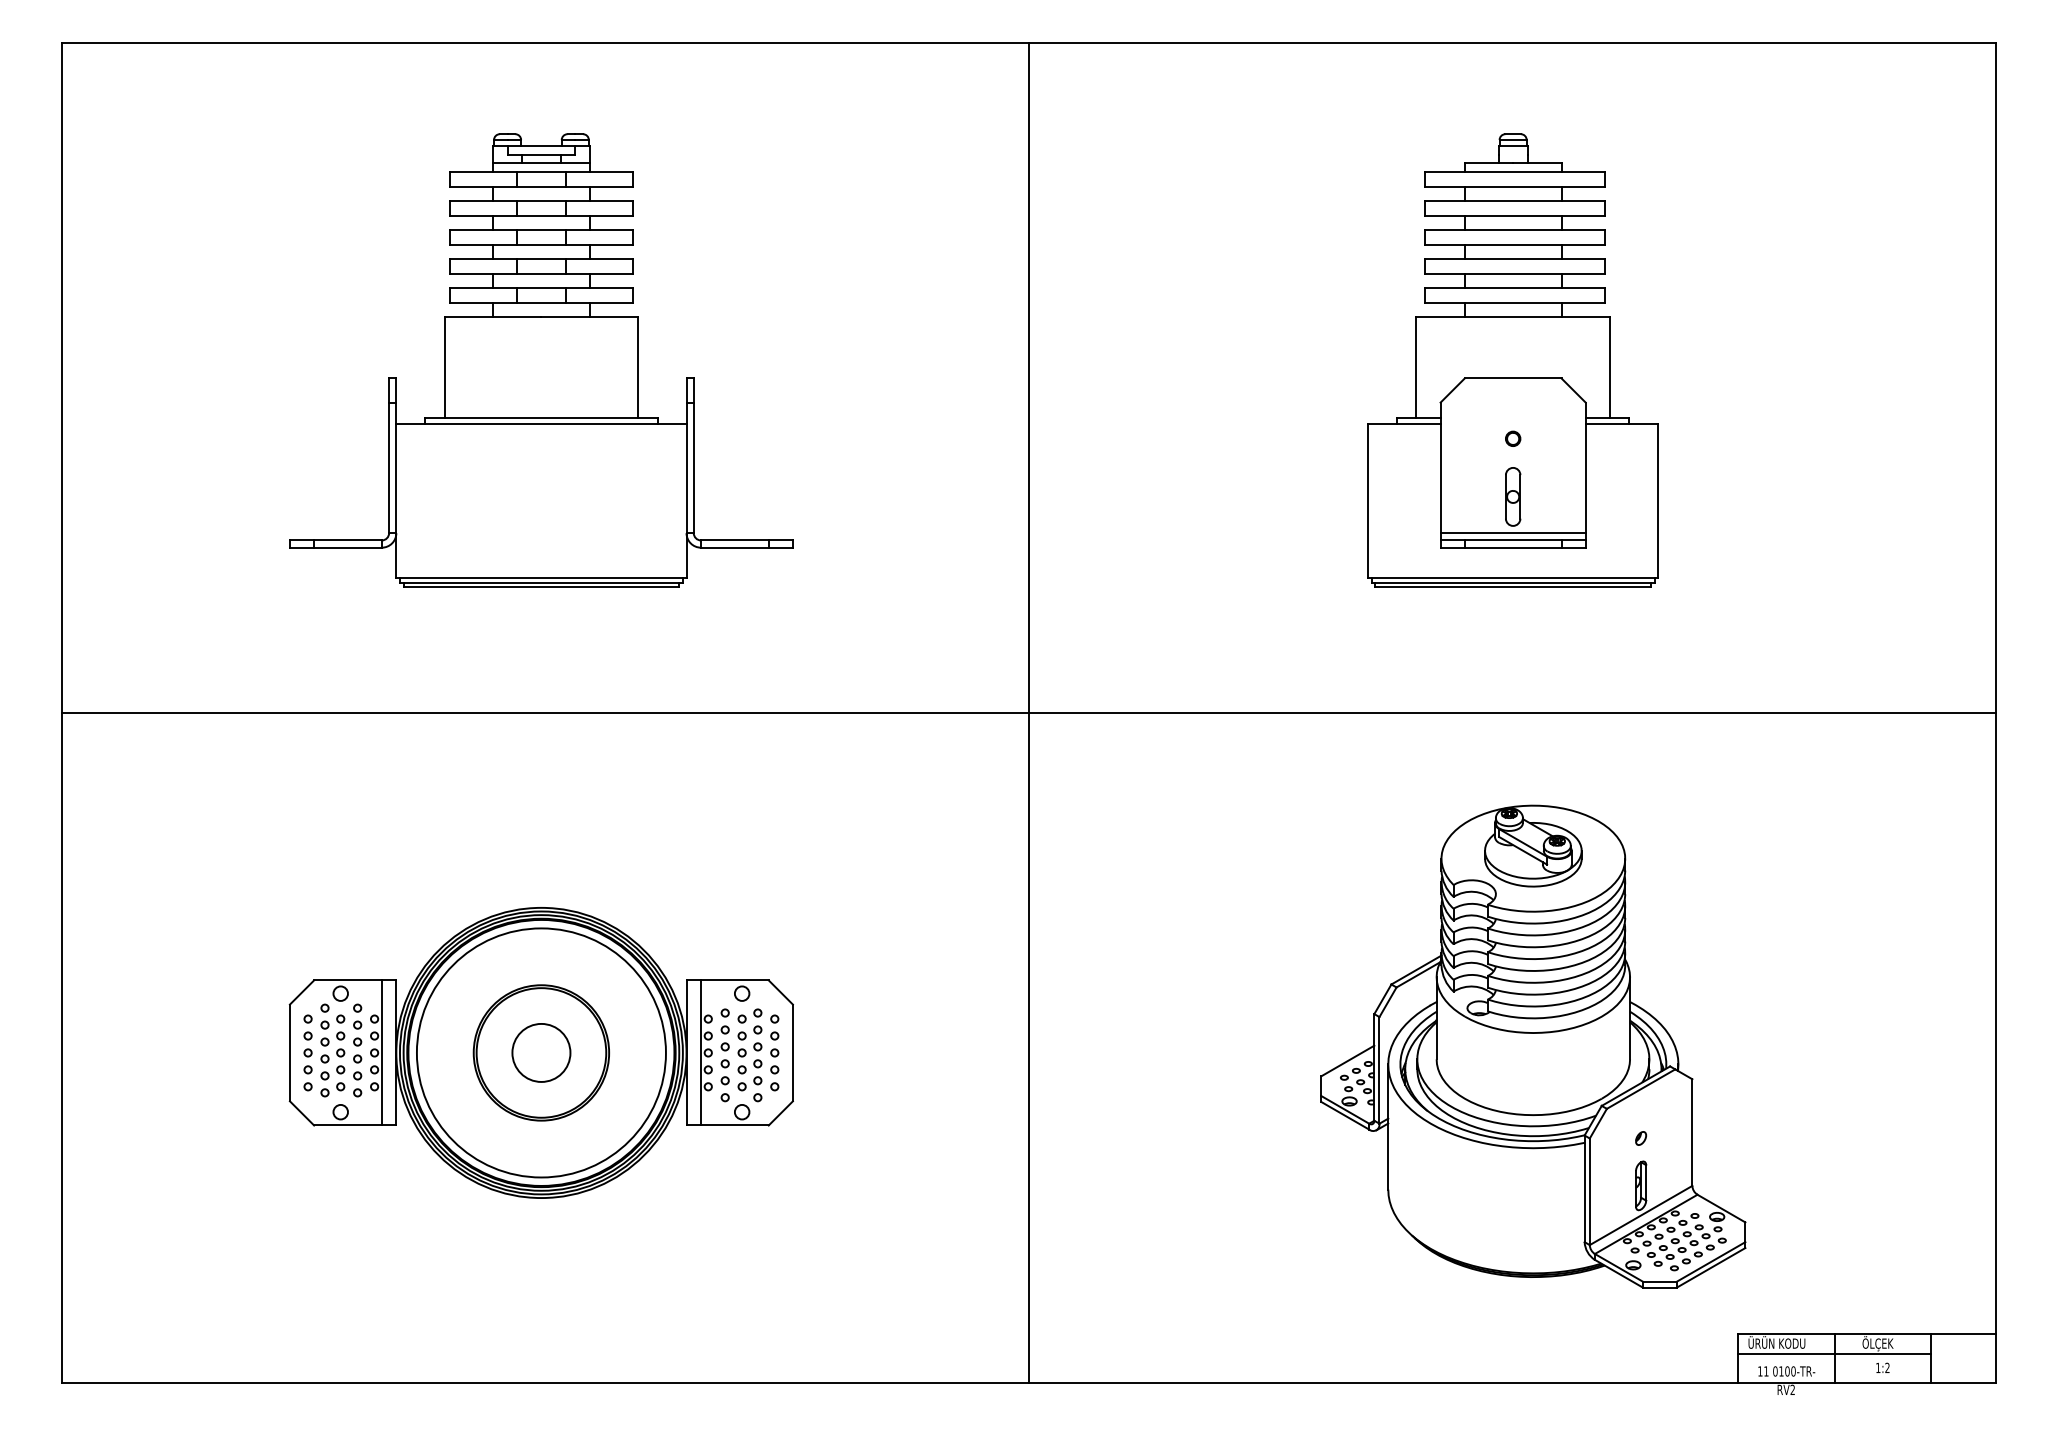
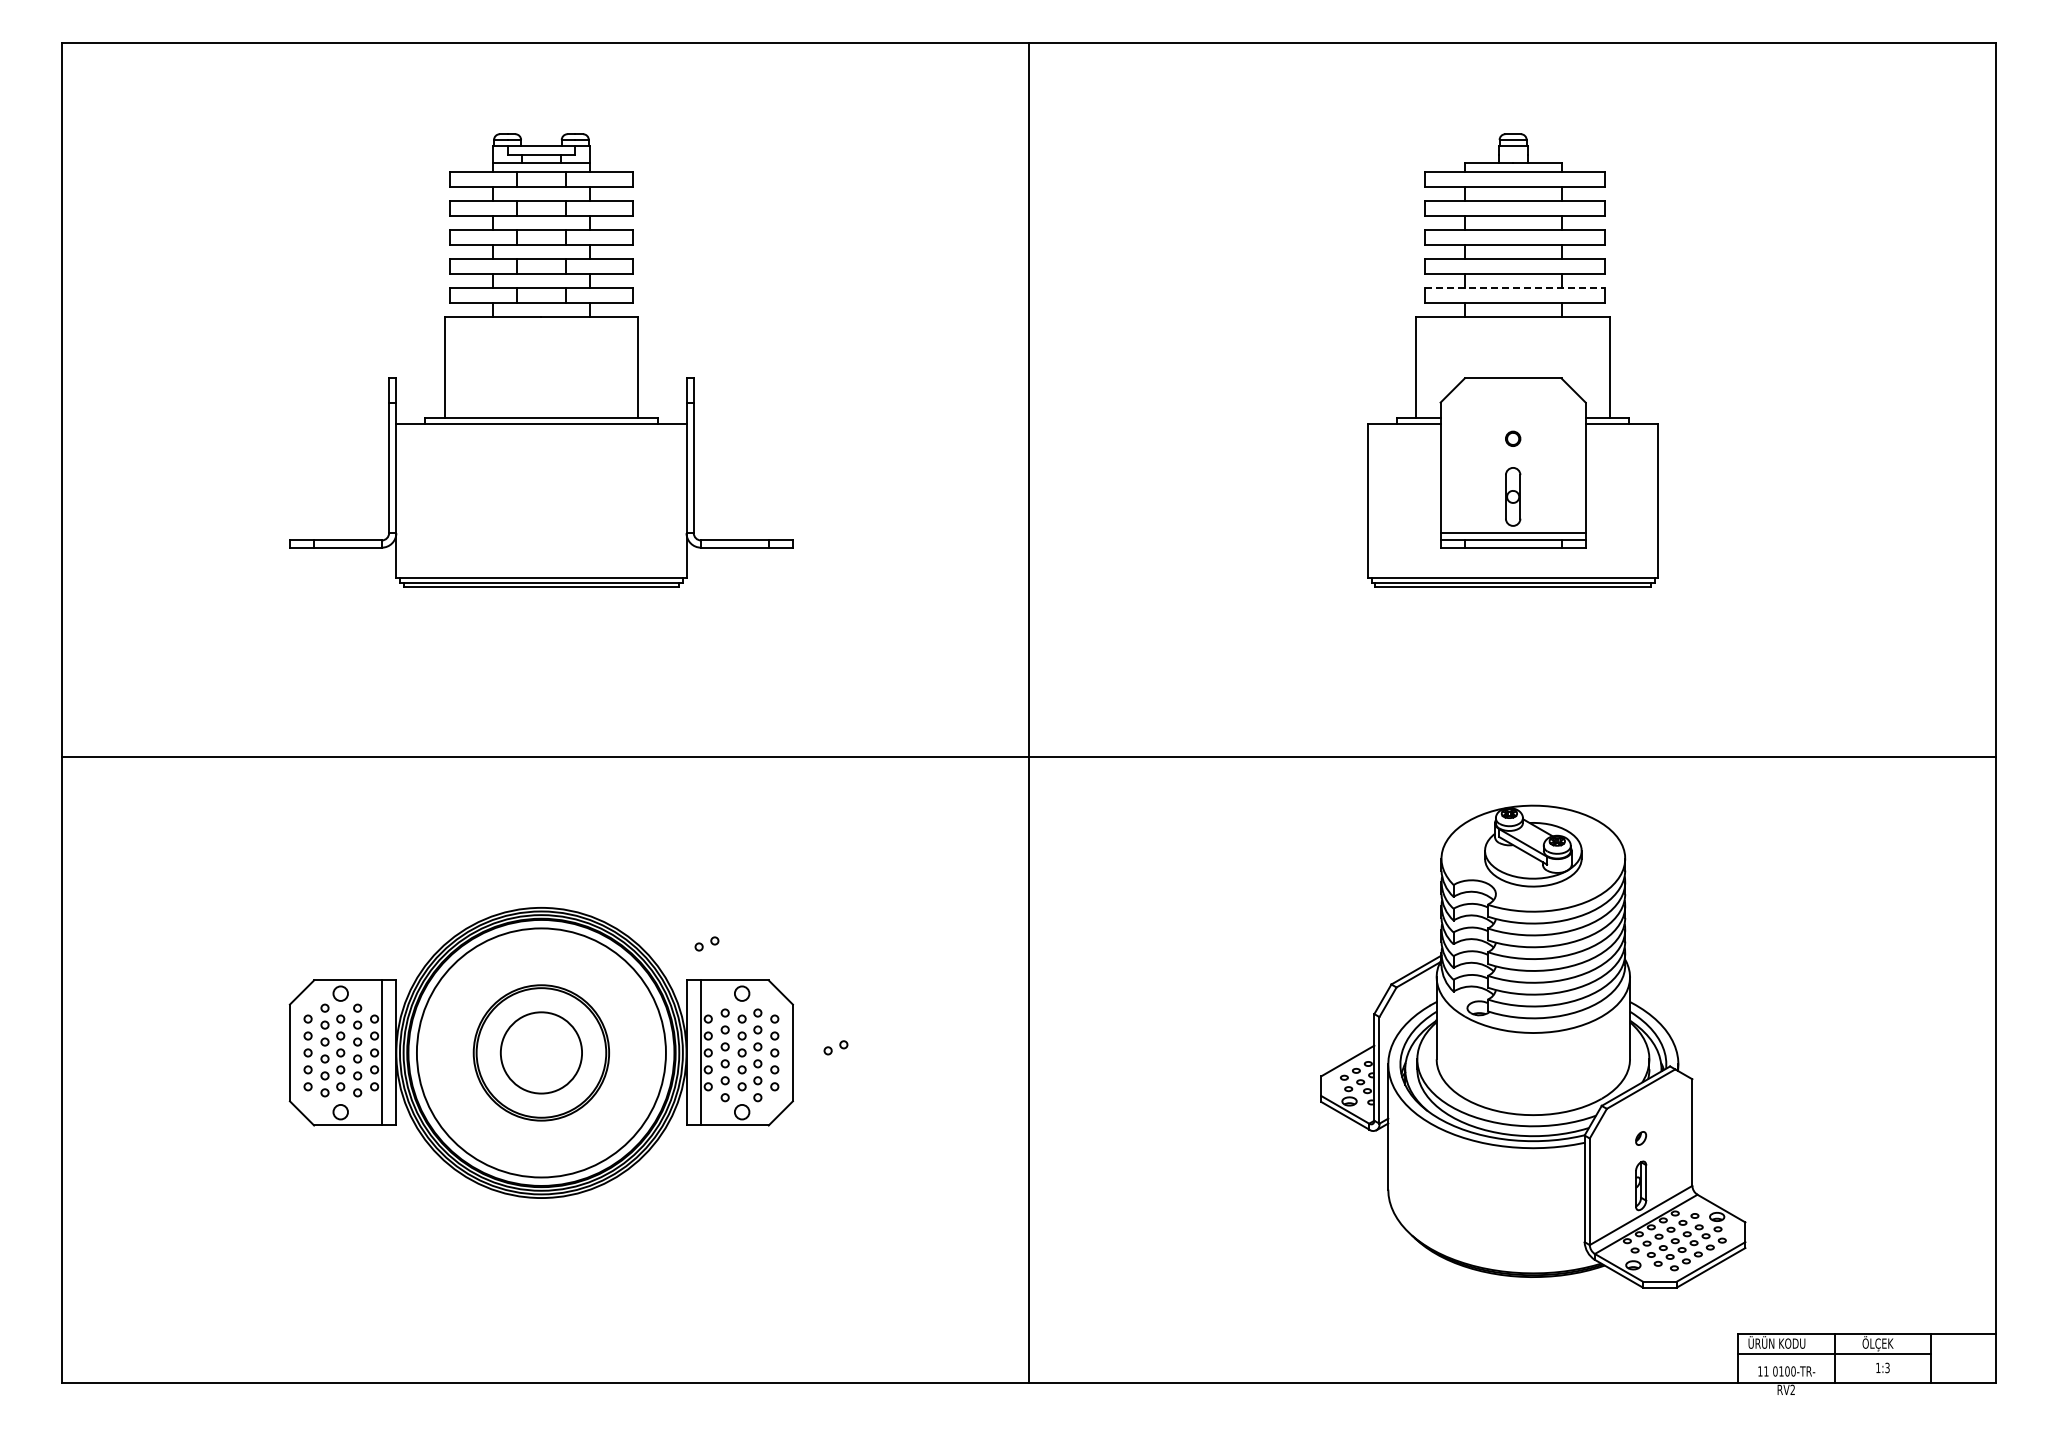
line at (1515, 288): solid -> dashed
line at (1028, 712) position: (1028, 712) -> (1028, 756)
part at (706, 943): none -> present
part at (835, 1047): none -> present
circle at (541, 1052) diameter: 58 px -> 81 px
text at (1887, 1368): 1:2 -> 1:3
